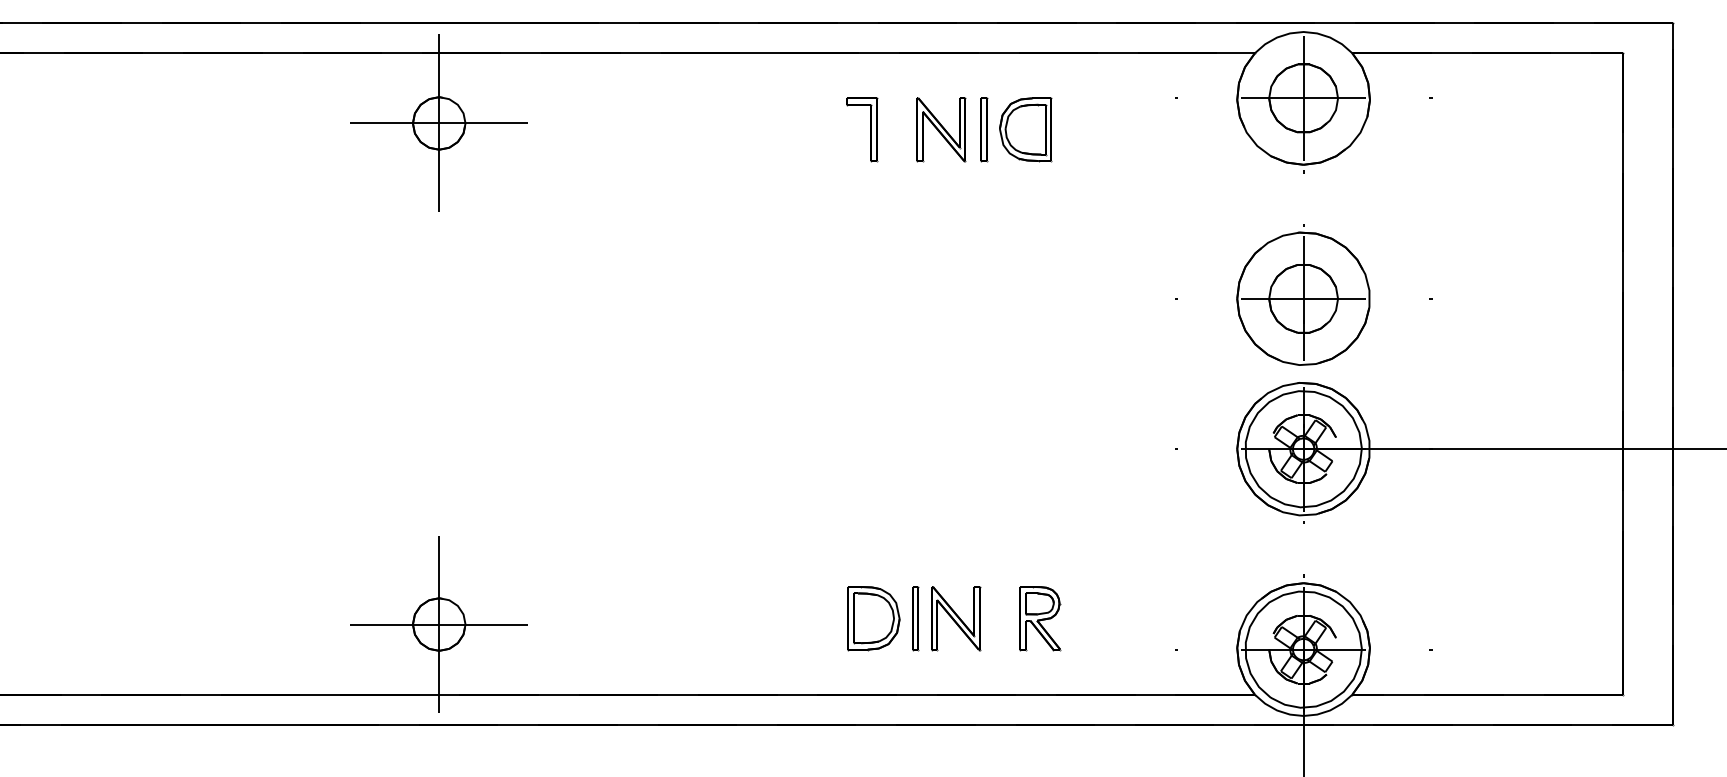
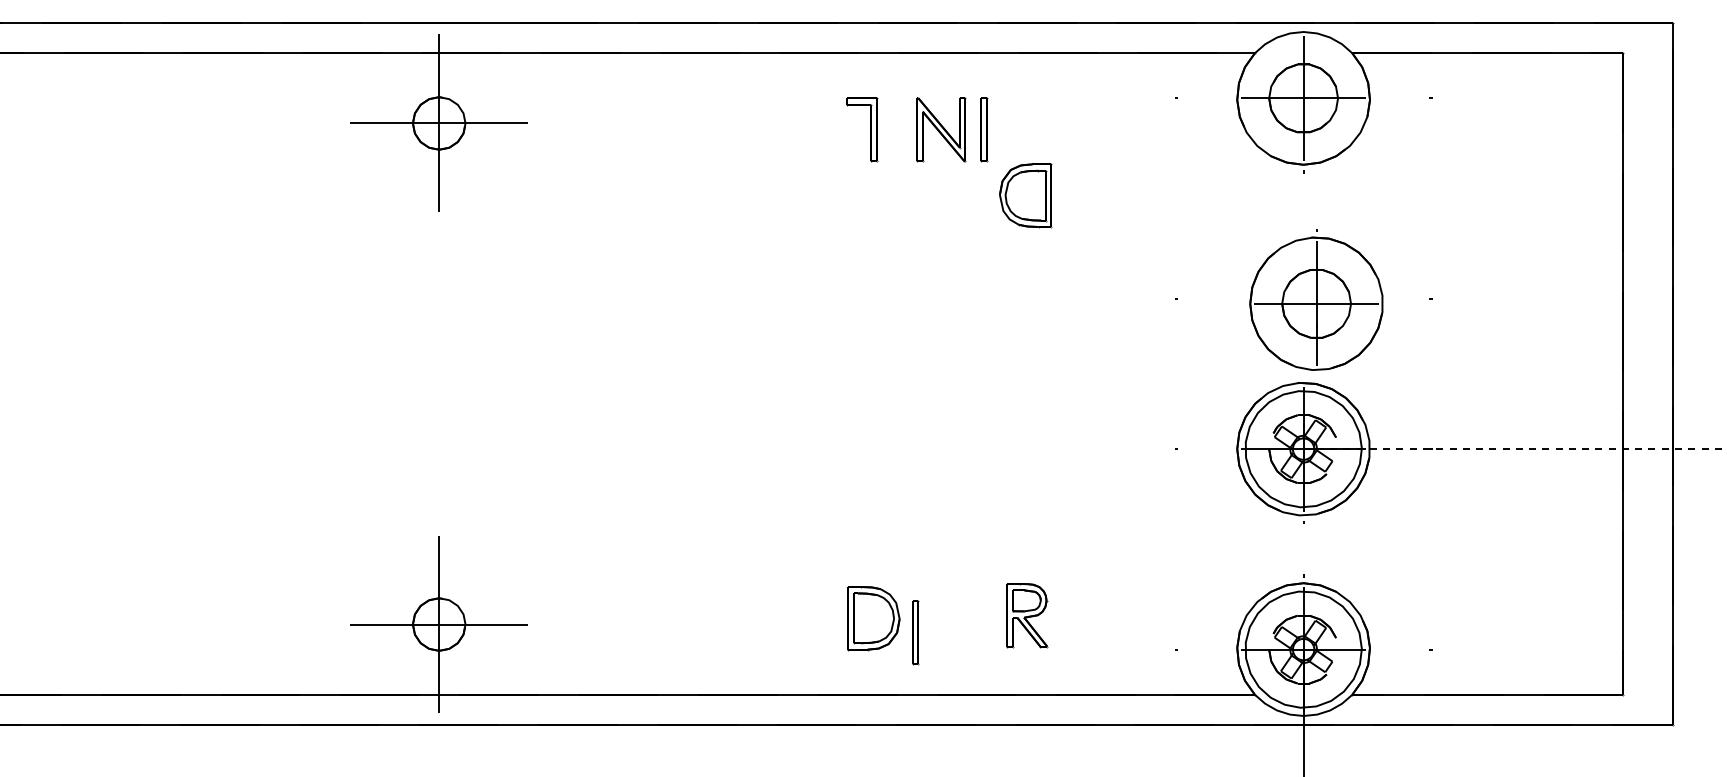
part at (1025, 129) position: (1025, 129) -> (1025, 195)
part at (1303, 294) position: (1303, 294) -> (1316, 299)
line at (1515, 449): solid -> dashed
part at (915, 618) position: (915, 618) -> (915, 632)
part at (956, 618): present -> none
part at (1040, 618) position: (1040, 618) -> (1027, 615)
